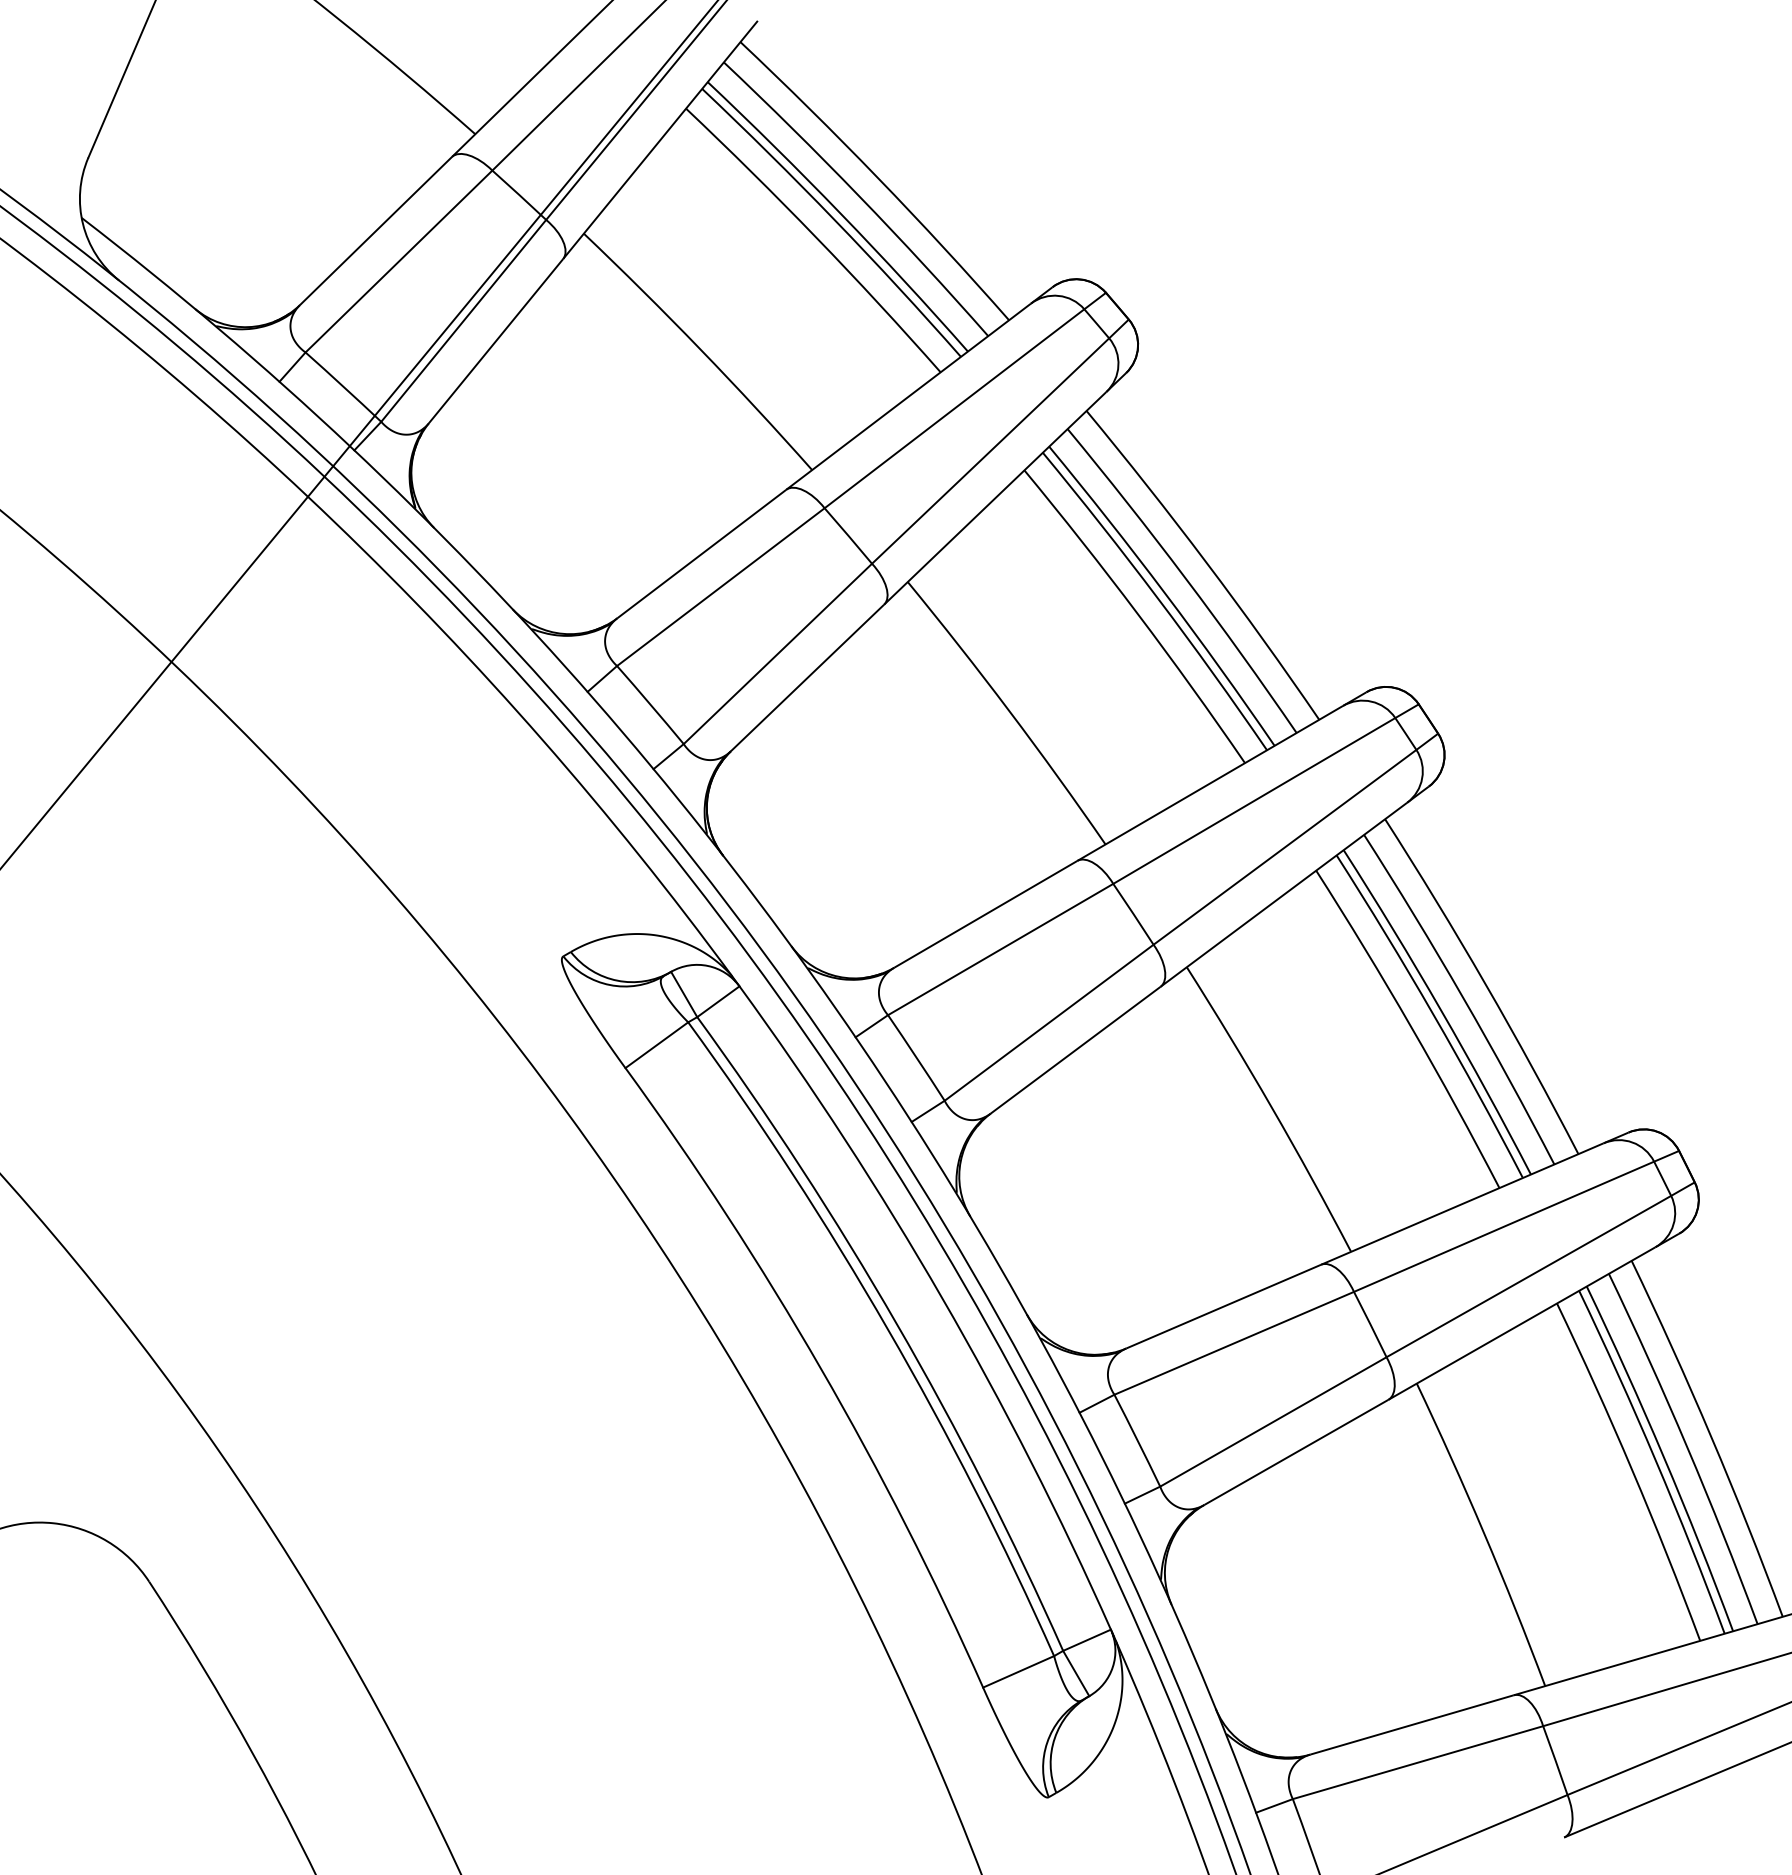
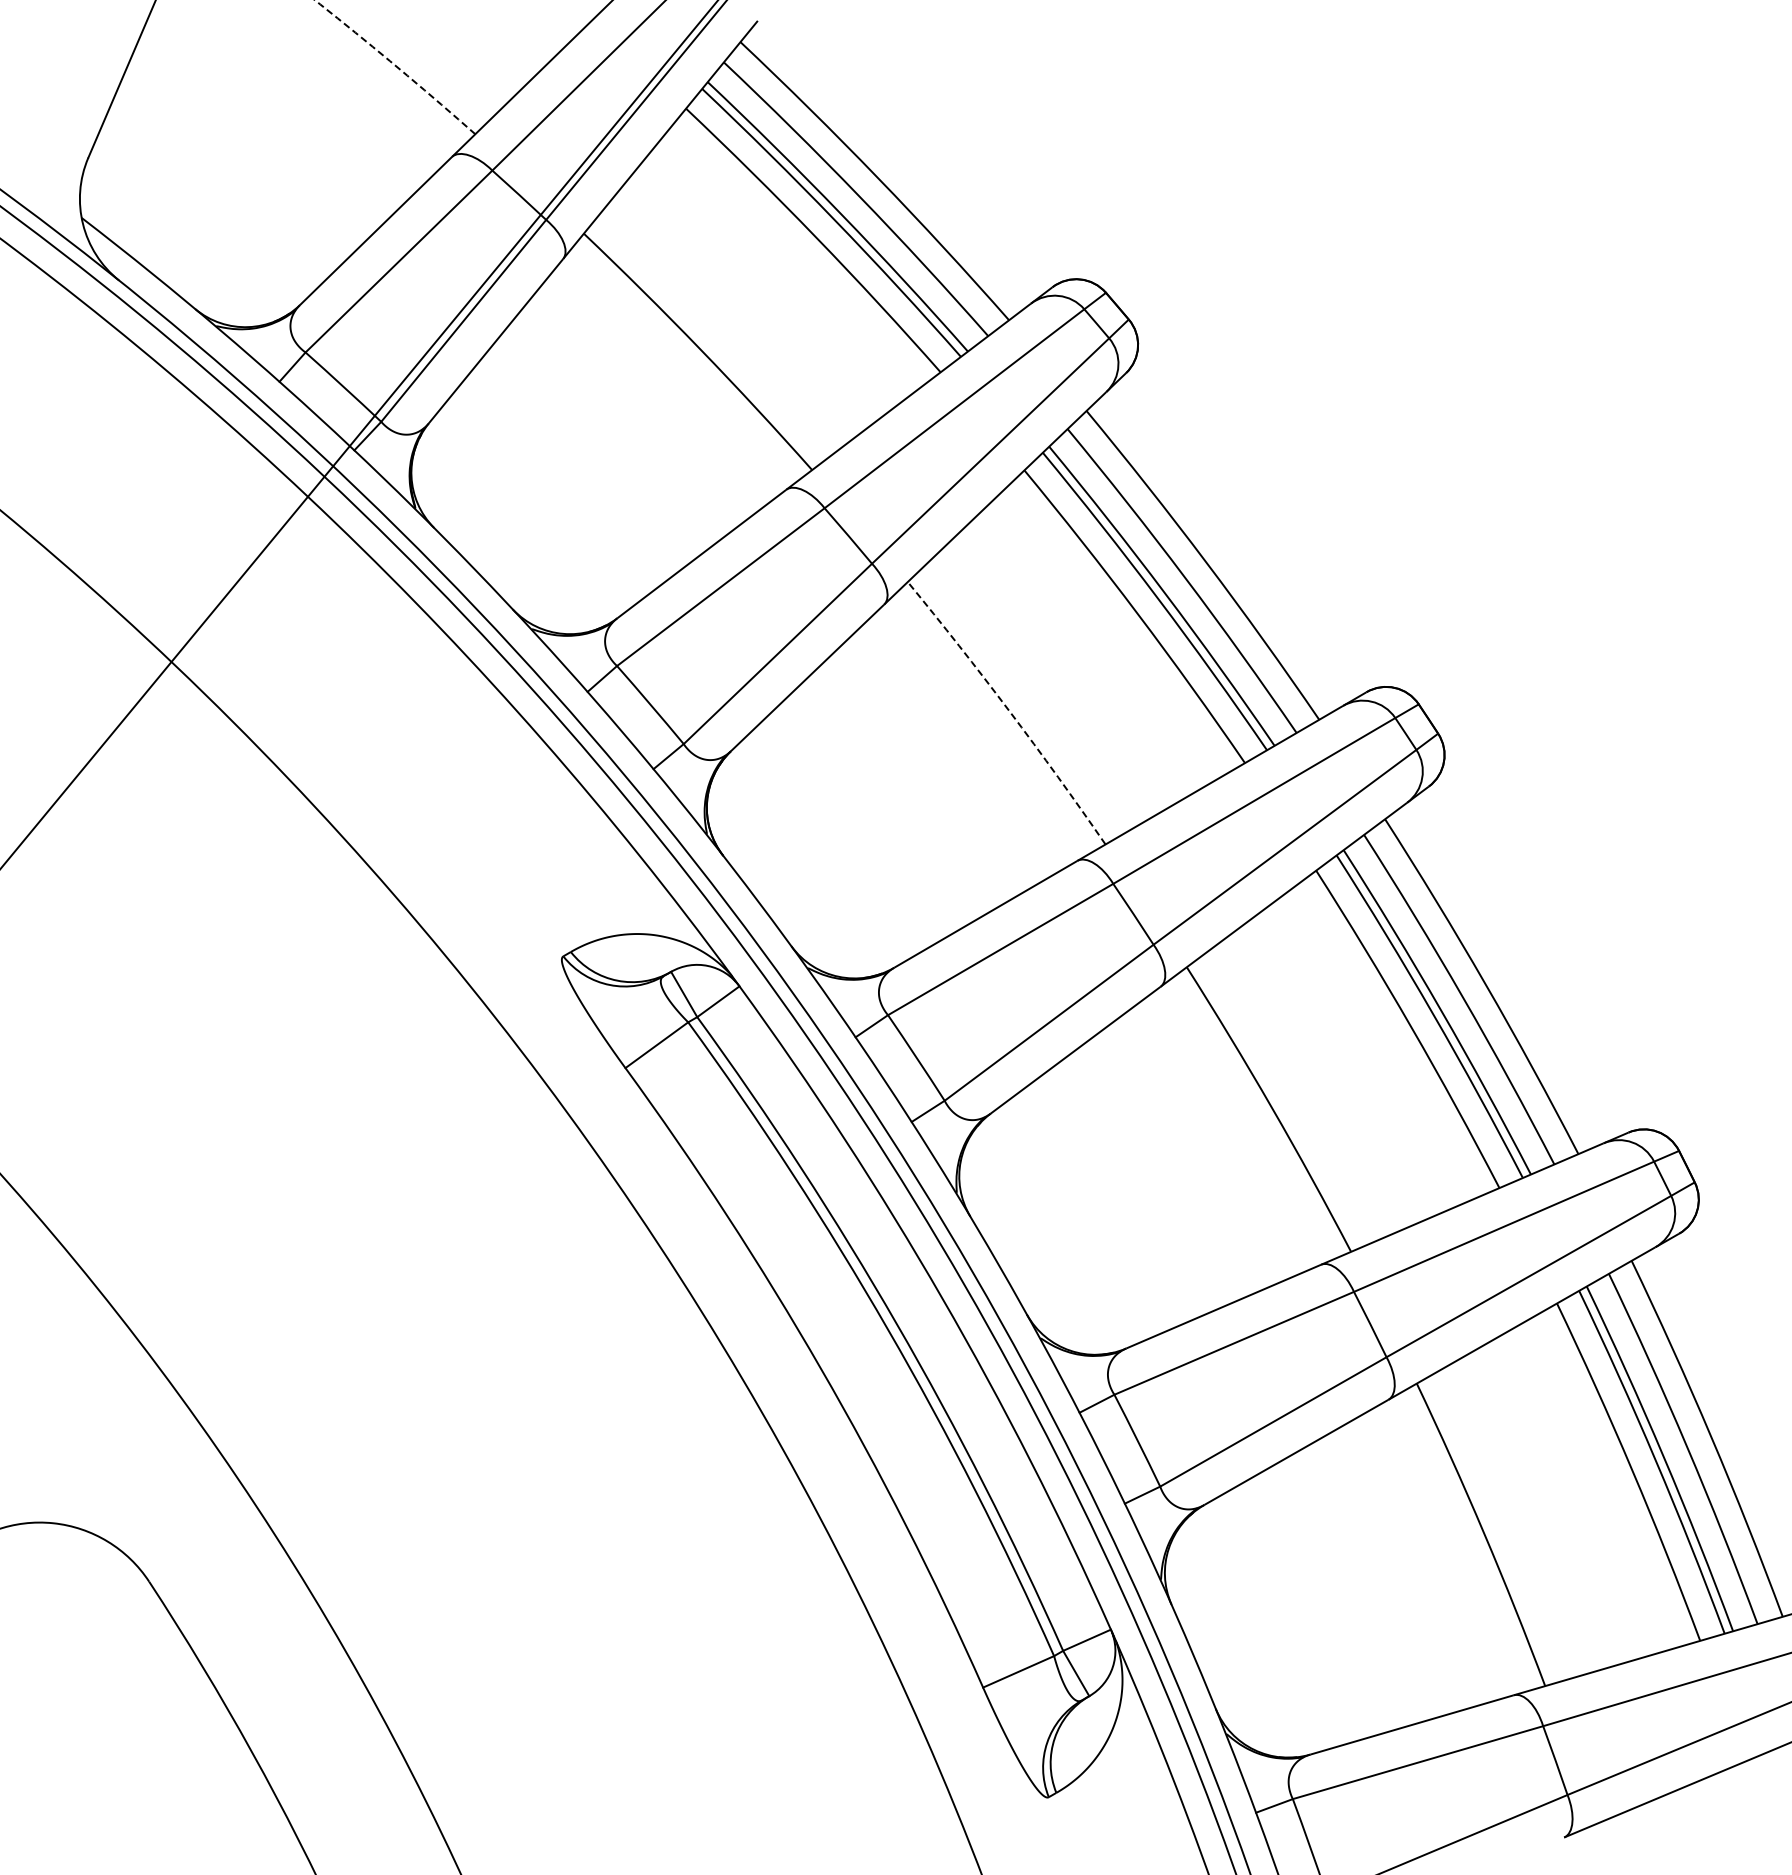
arc at (395, 66): solid -> dashed
arc at (1009, 711): solid -> dashed
